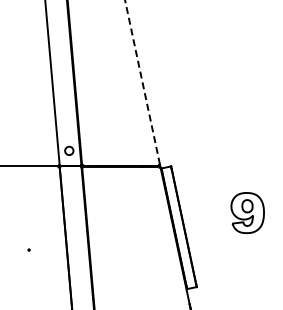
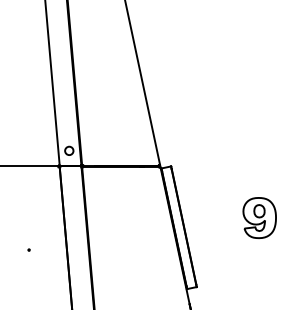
line at (142, 82): dashed -> solid
part at (247, 212) position: (247, 212) -> (259, 217)
